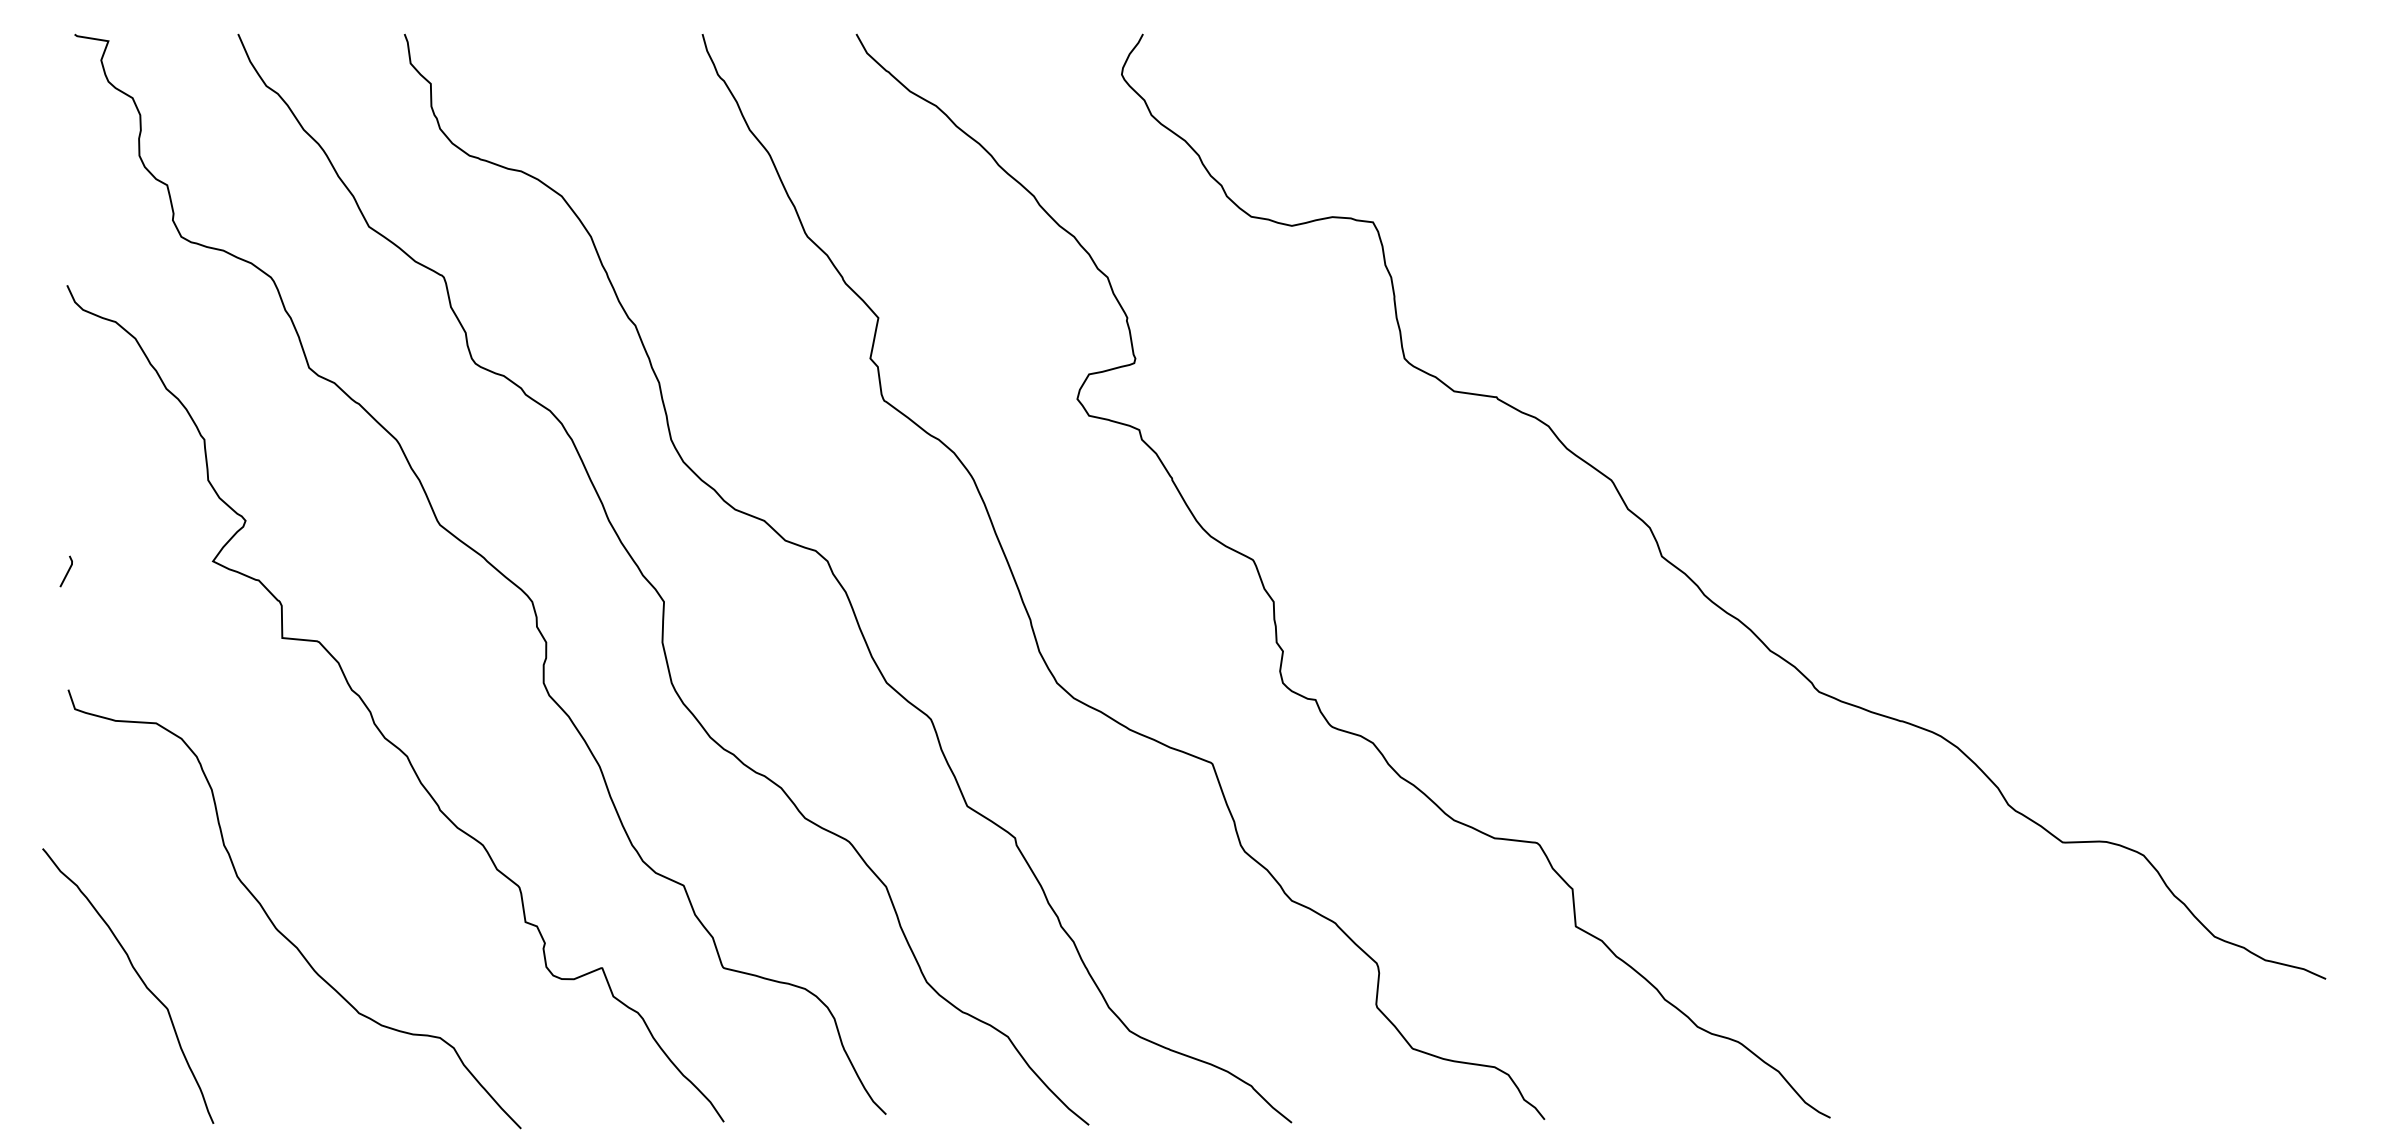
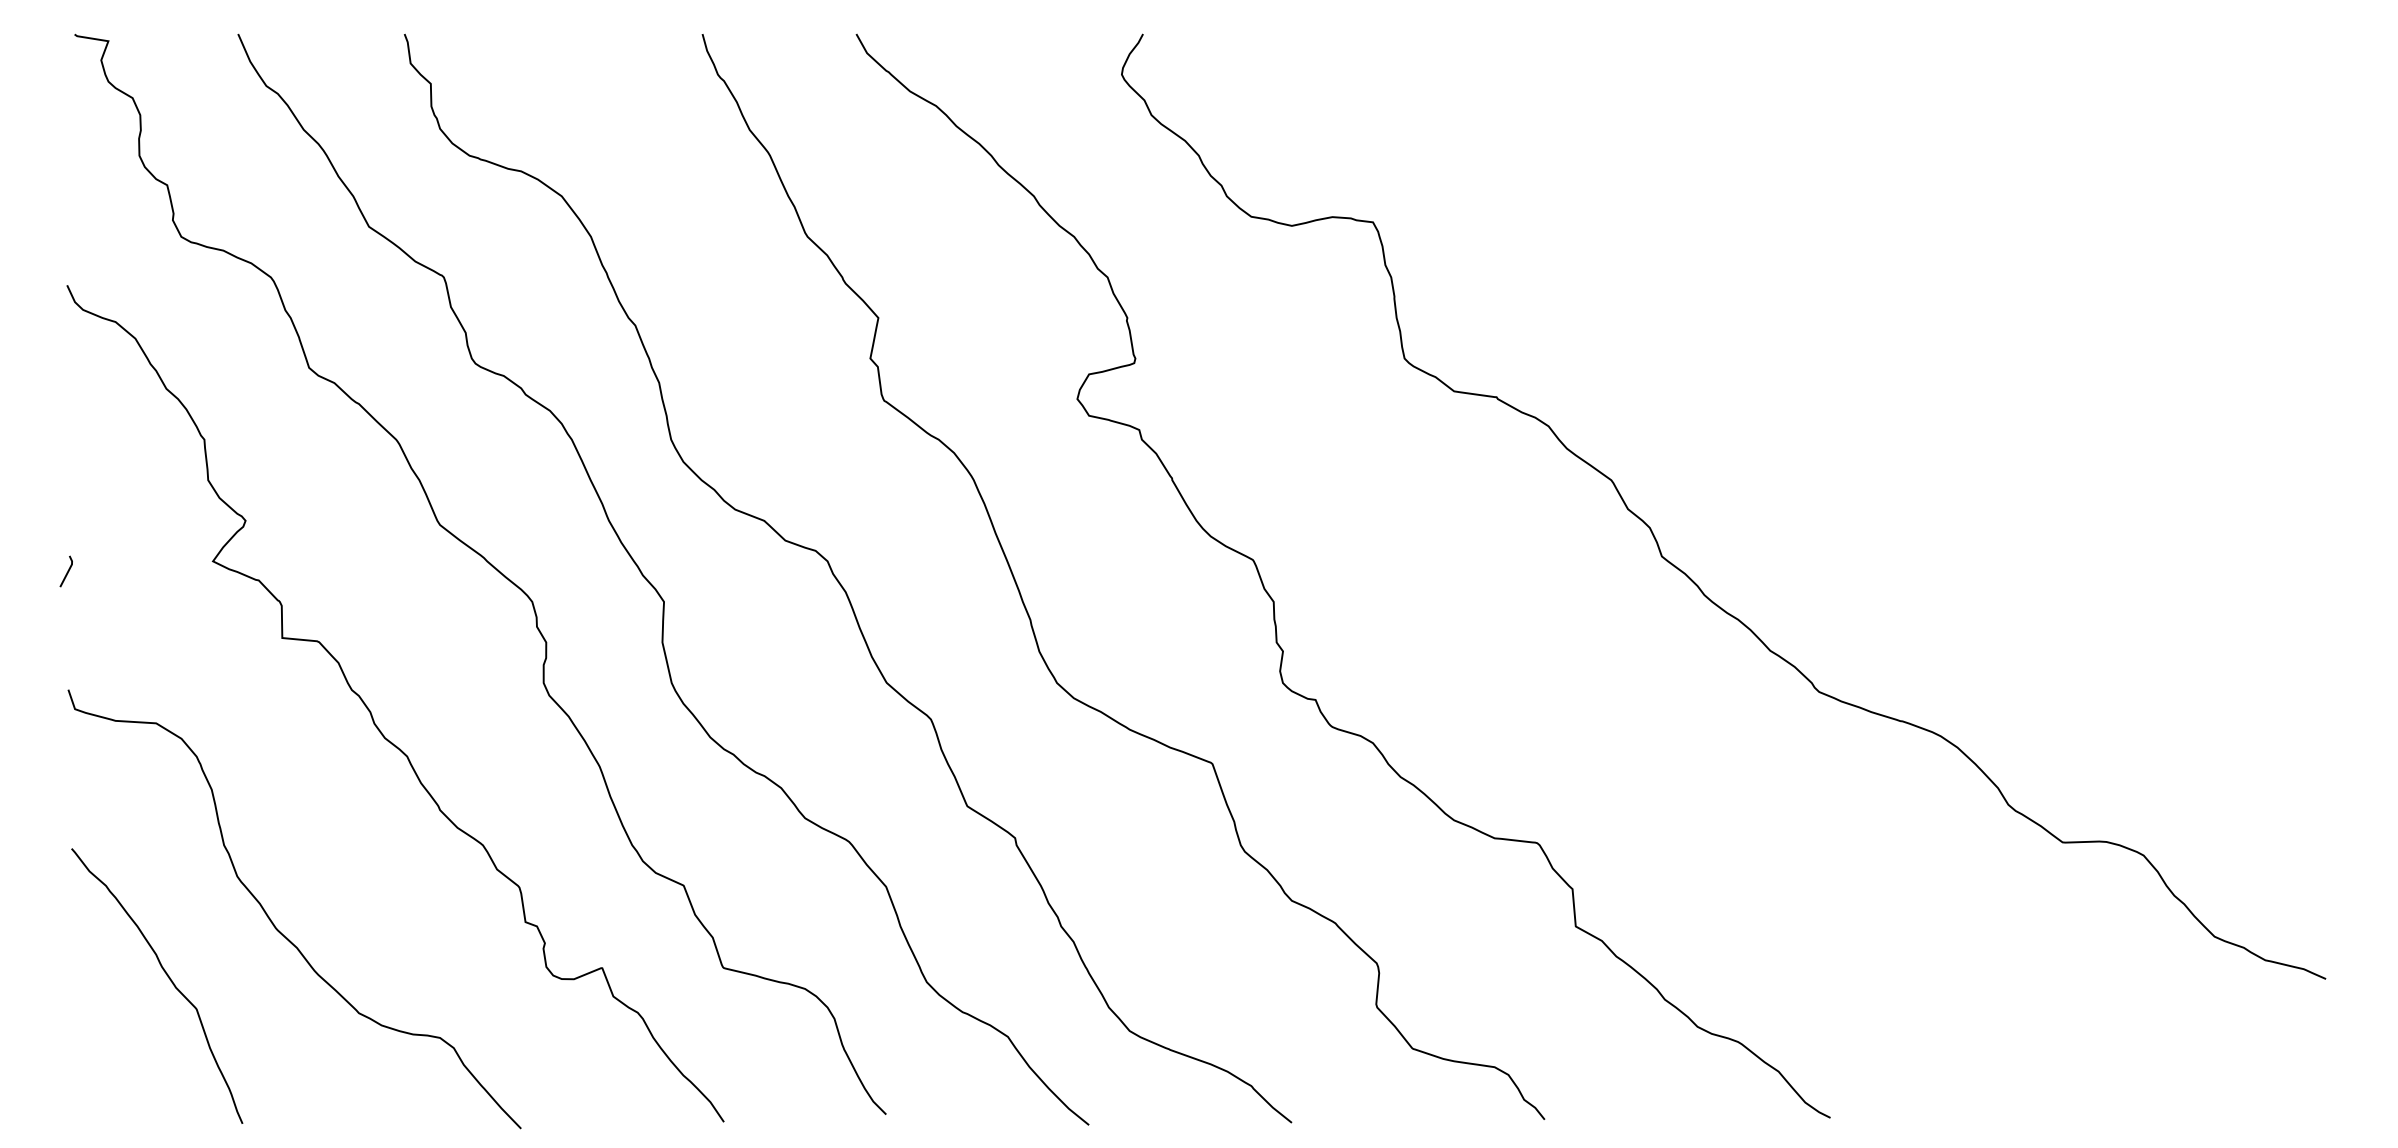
curve at (139, 978) position: (139, 978) -> (168, 978)
